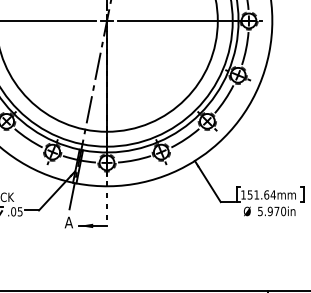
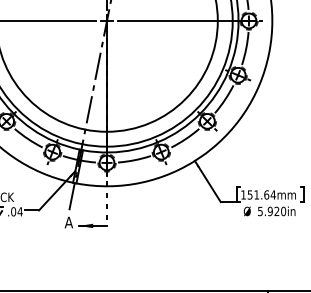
text at (19, 211): .05 -> .04
text at (276, 211): 5.970in -> 5.920in
